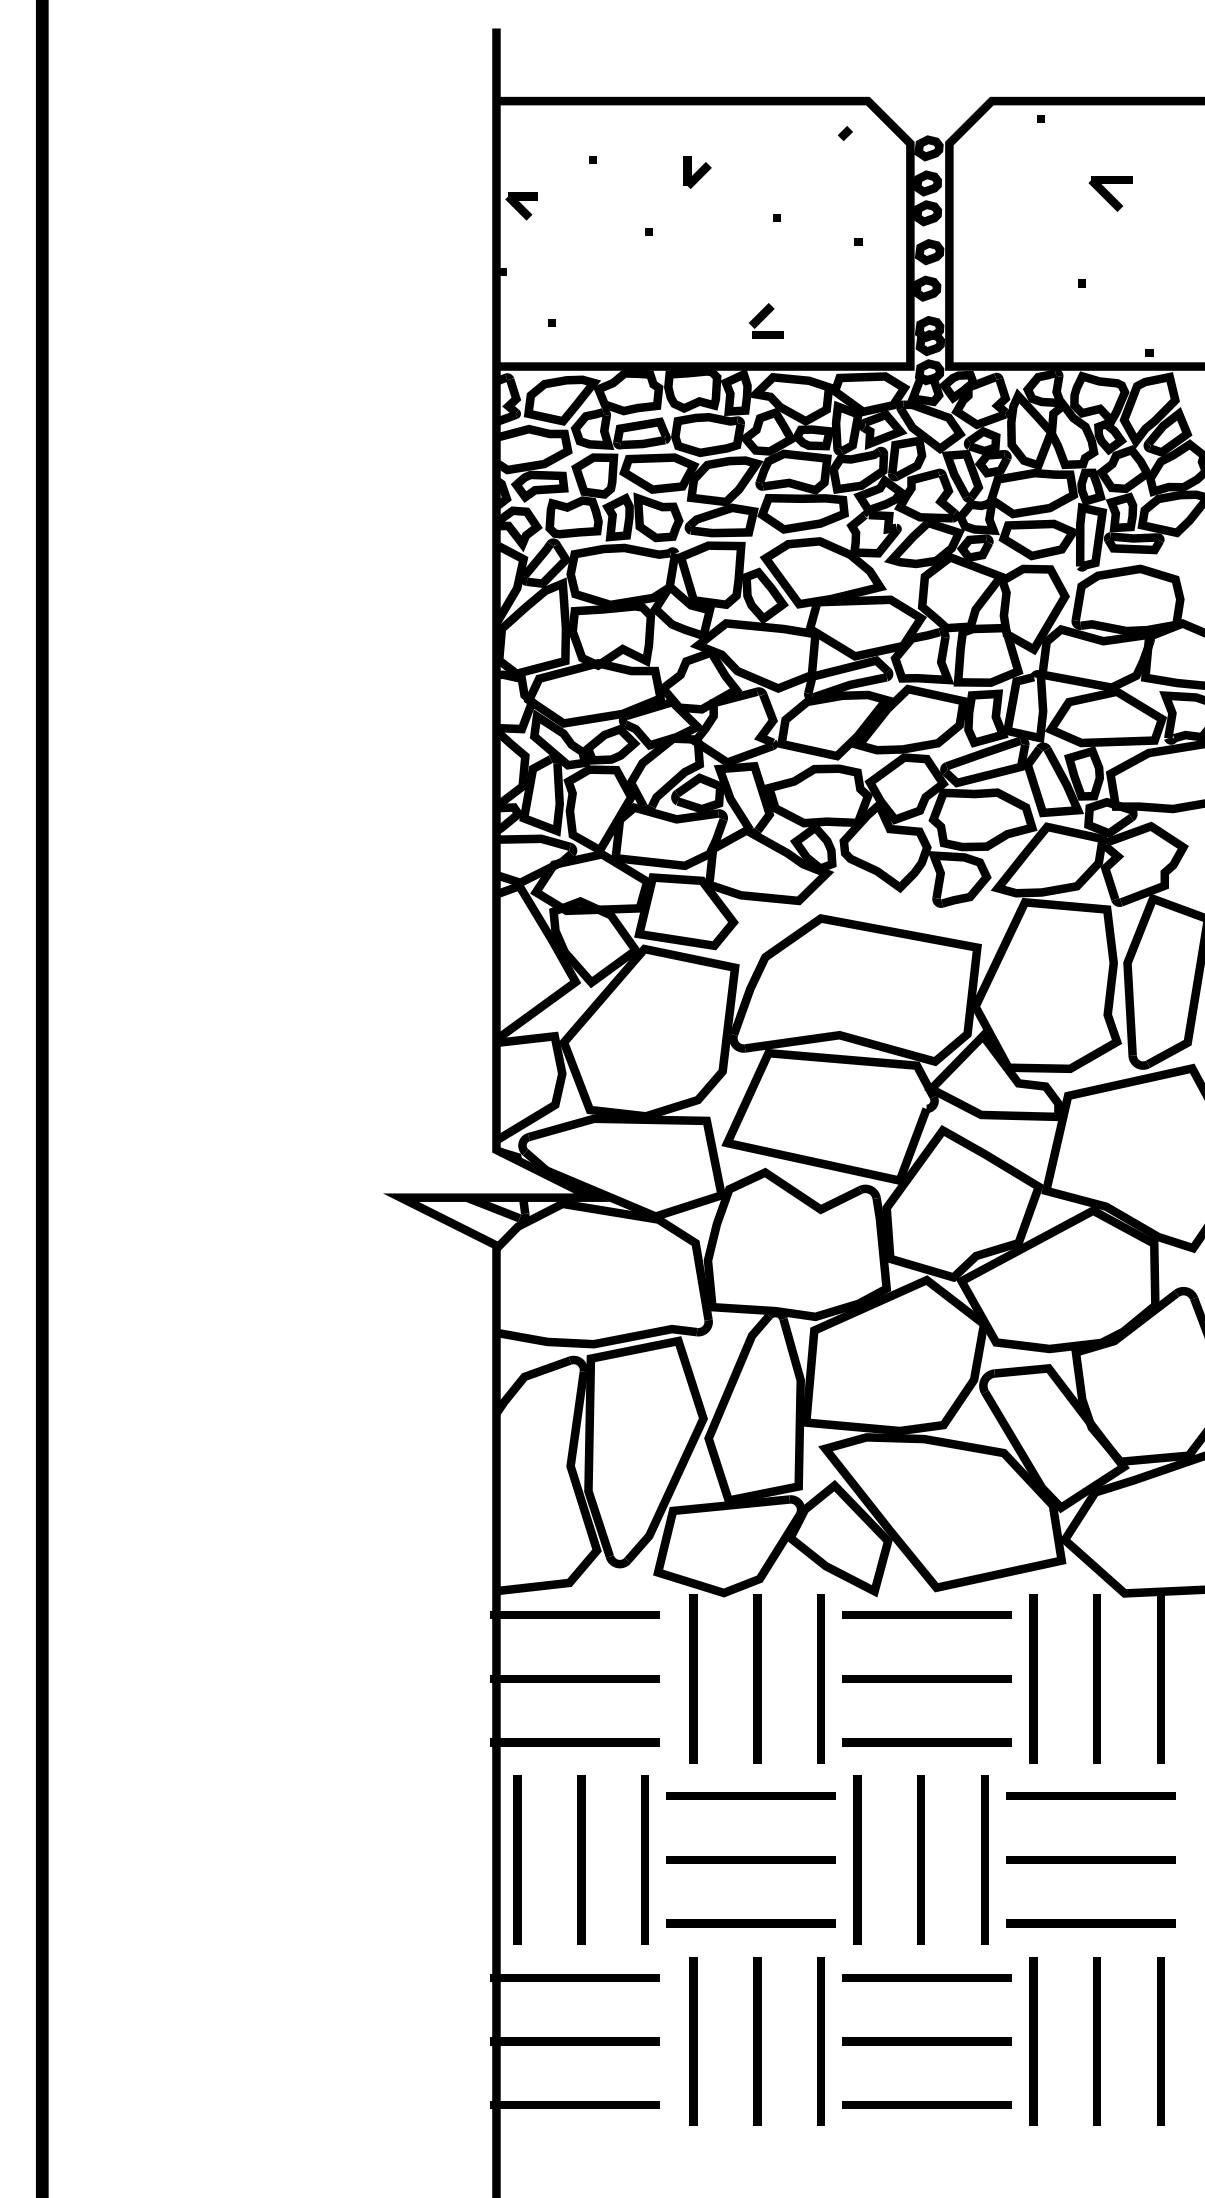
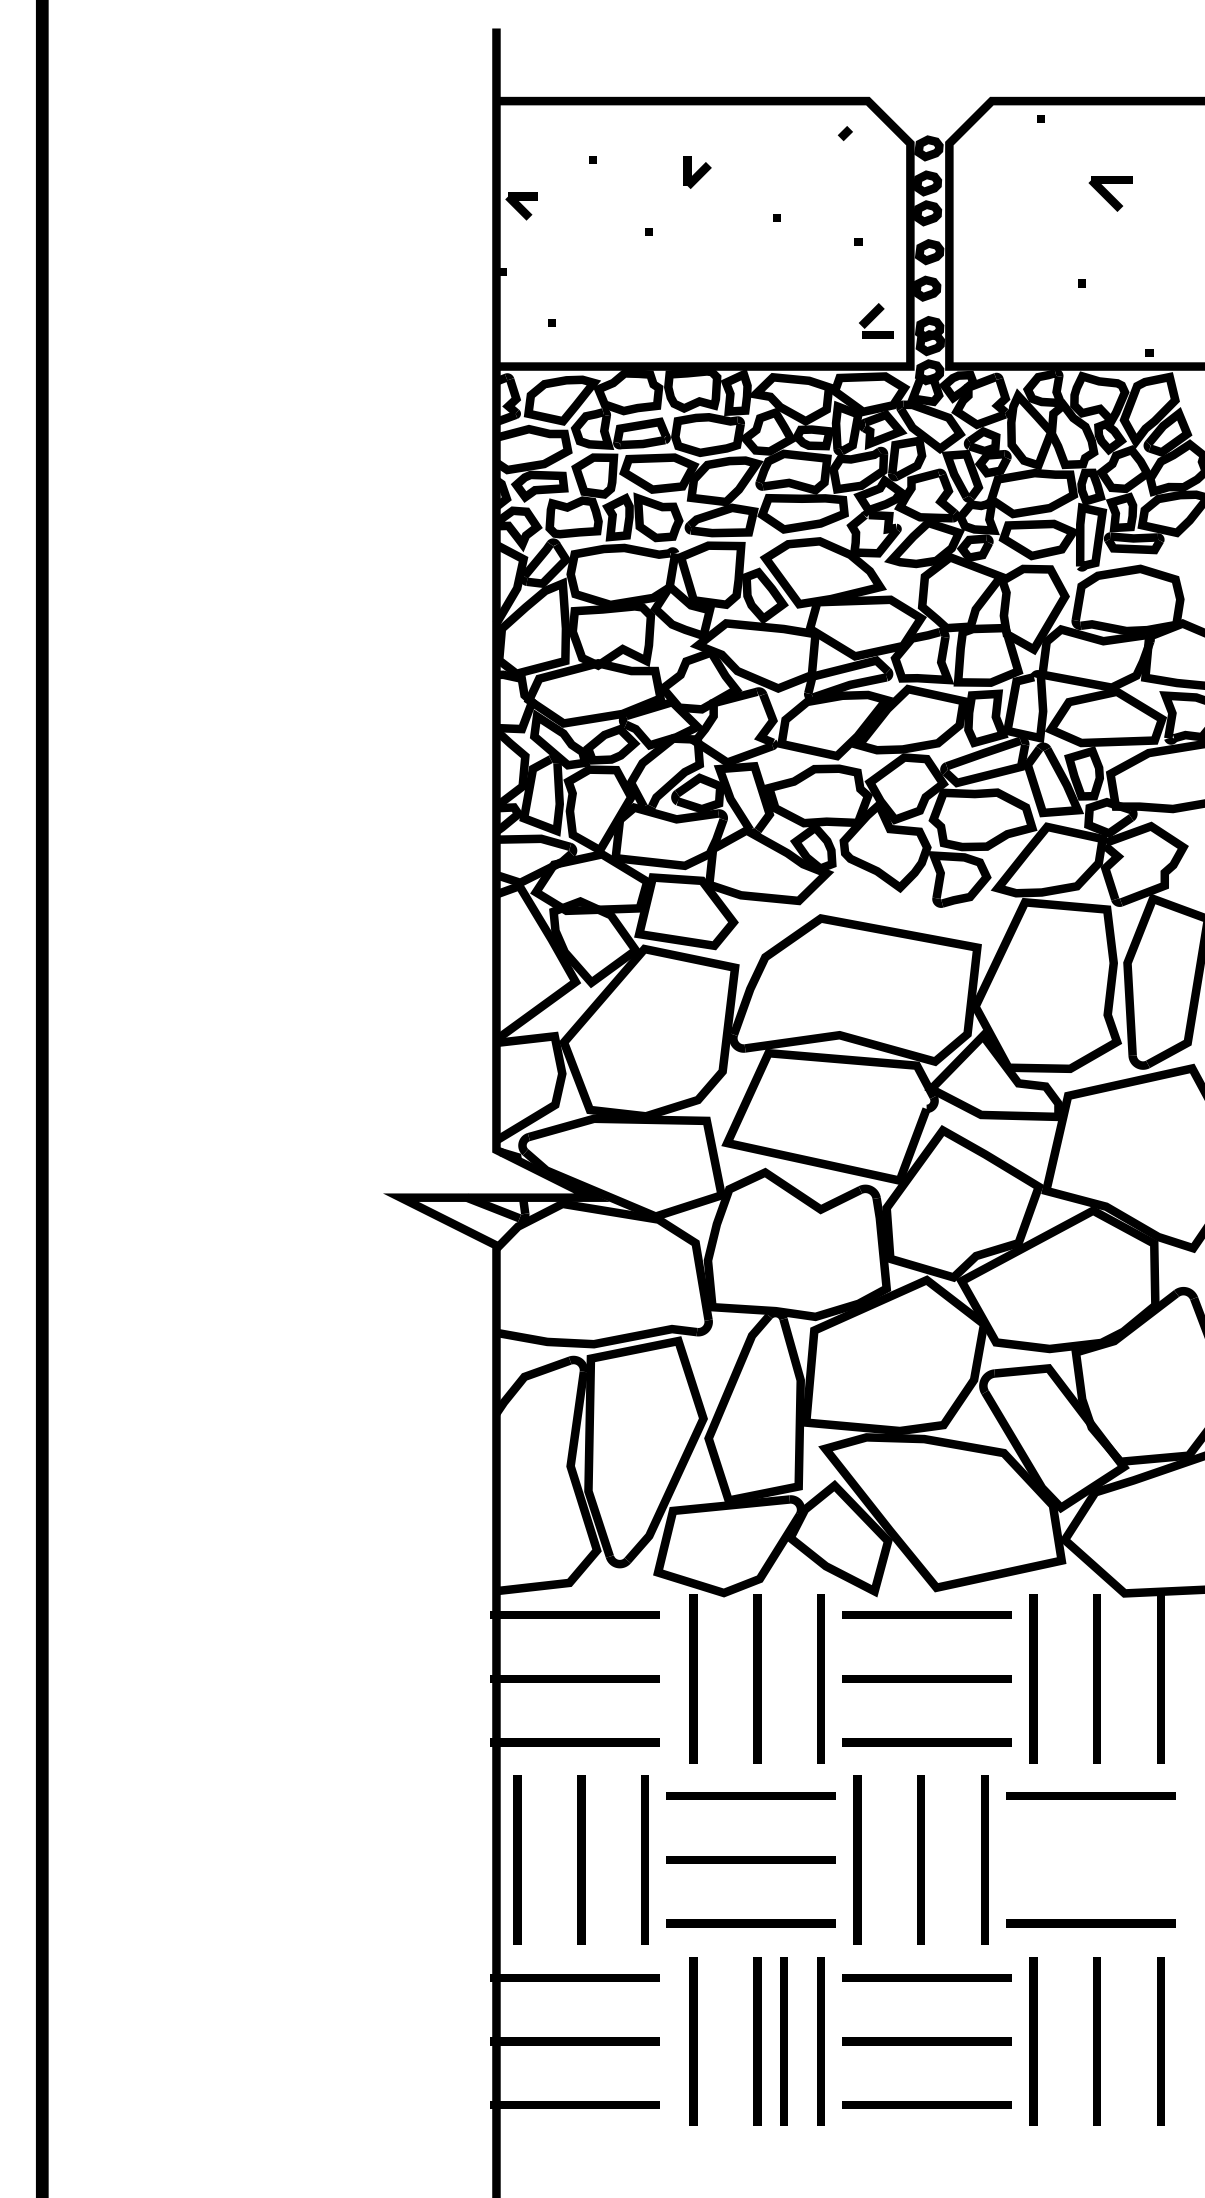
part at (766, 320) position: (766, 320) -> (876, 320)
line at (1090, 1859): present -> none
line at (783, 2041): none -> present
